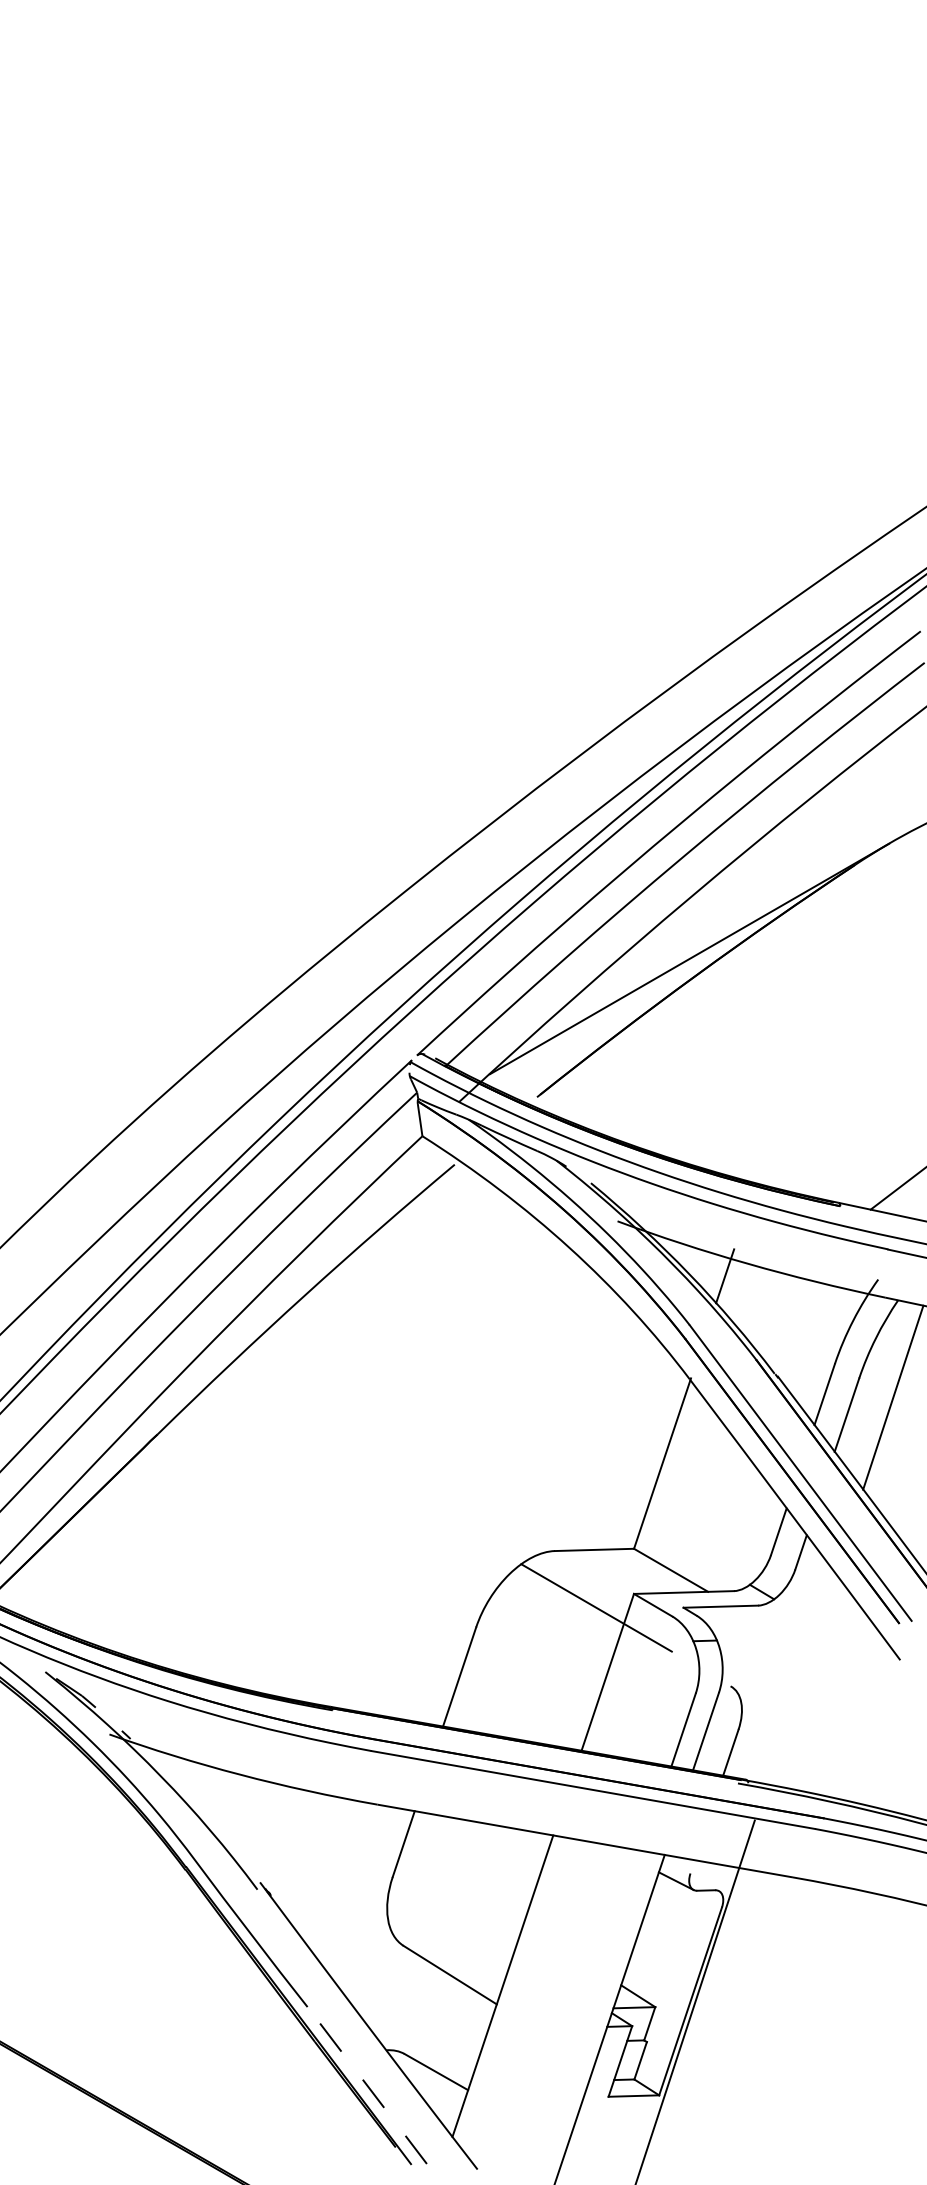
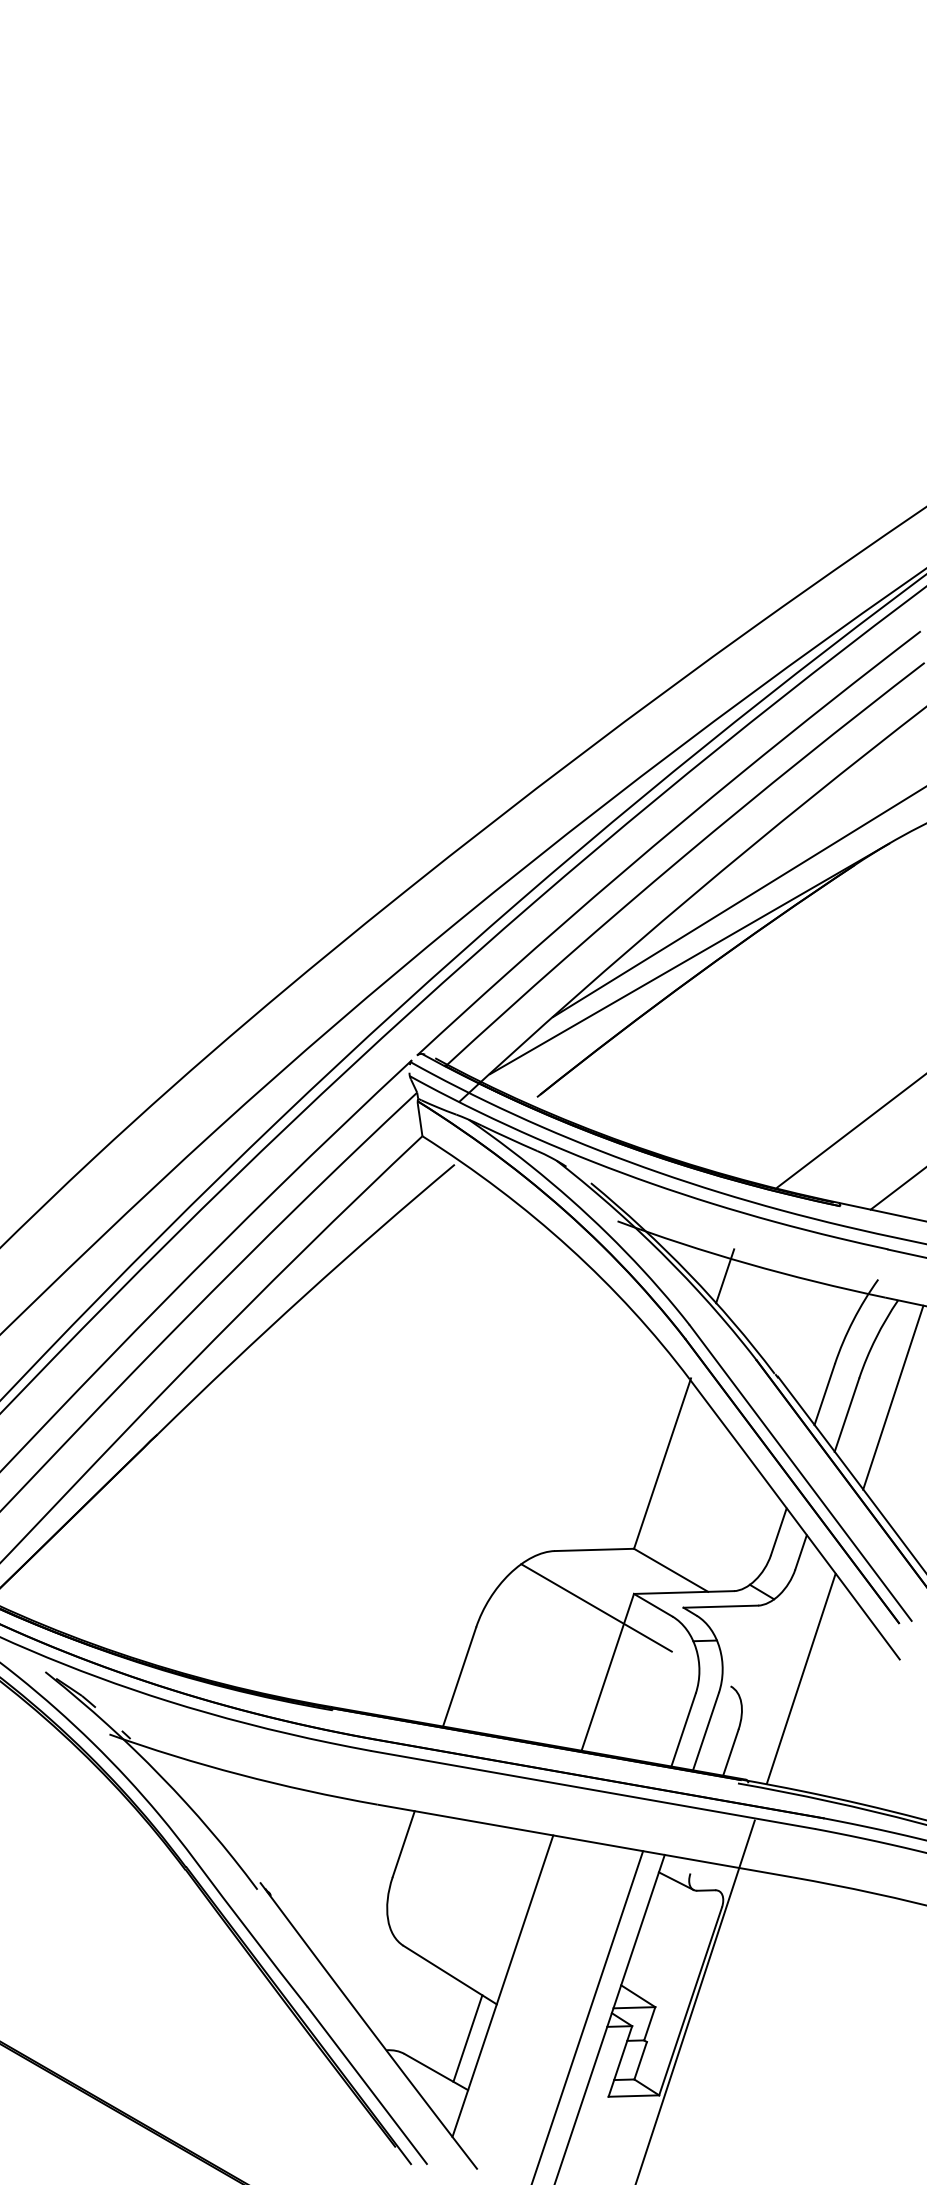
line at (738, 902): none -> present
line at (850, 1131): none -> present
line at (800, 1678): none -> present
line at (587, 2016): none -> present
line at (467, 2038): none -> present
line at (367, 2085): dashed -> solid
